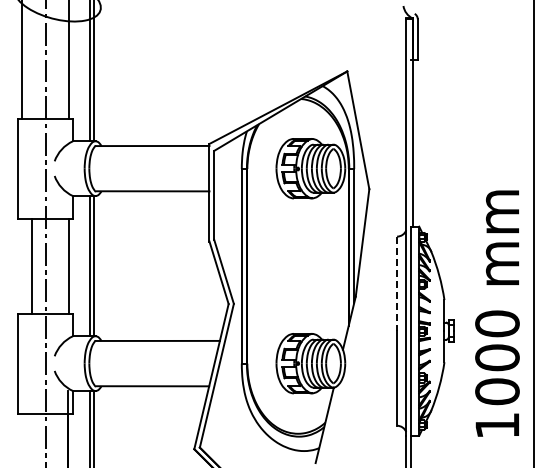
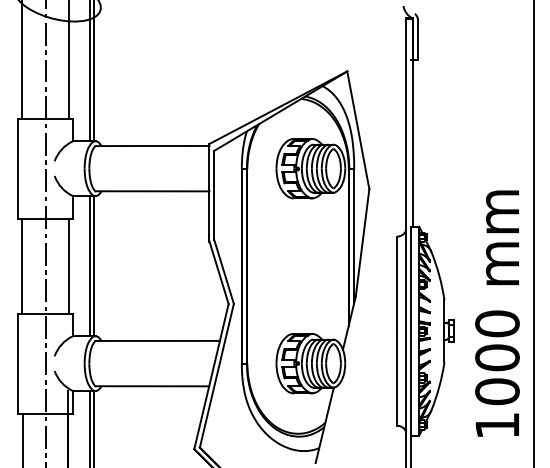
line at (32, 265) position: (32, 265) -> (22, 265)
line at (397, 284): dashed -> solid
line at (22, 438): none -> present
